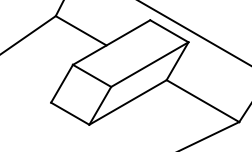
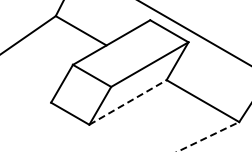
line at (128, 102): solid -> dashed
line at (208, 136): solid -> dashed
